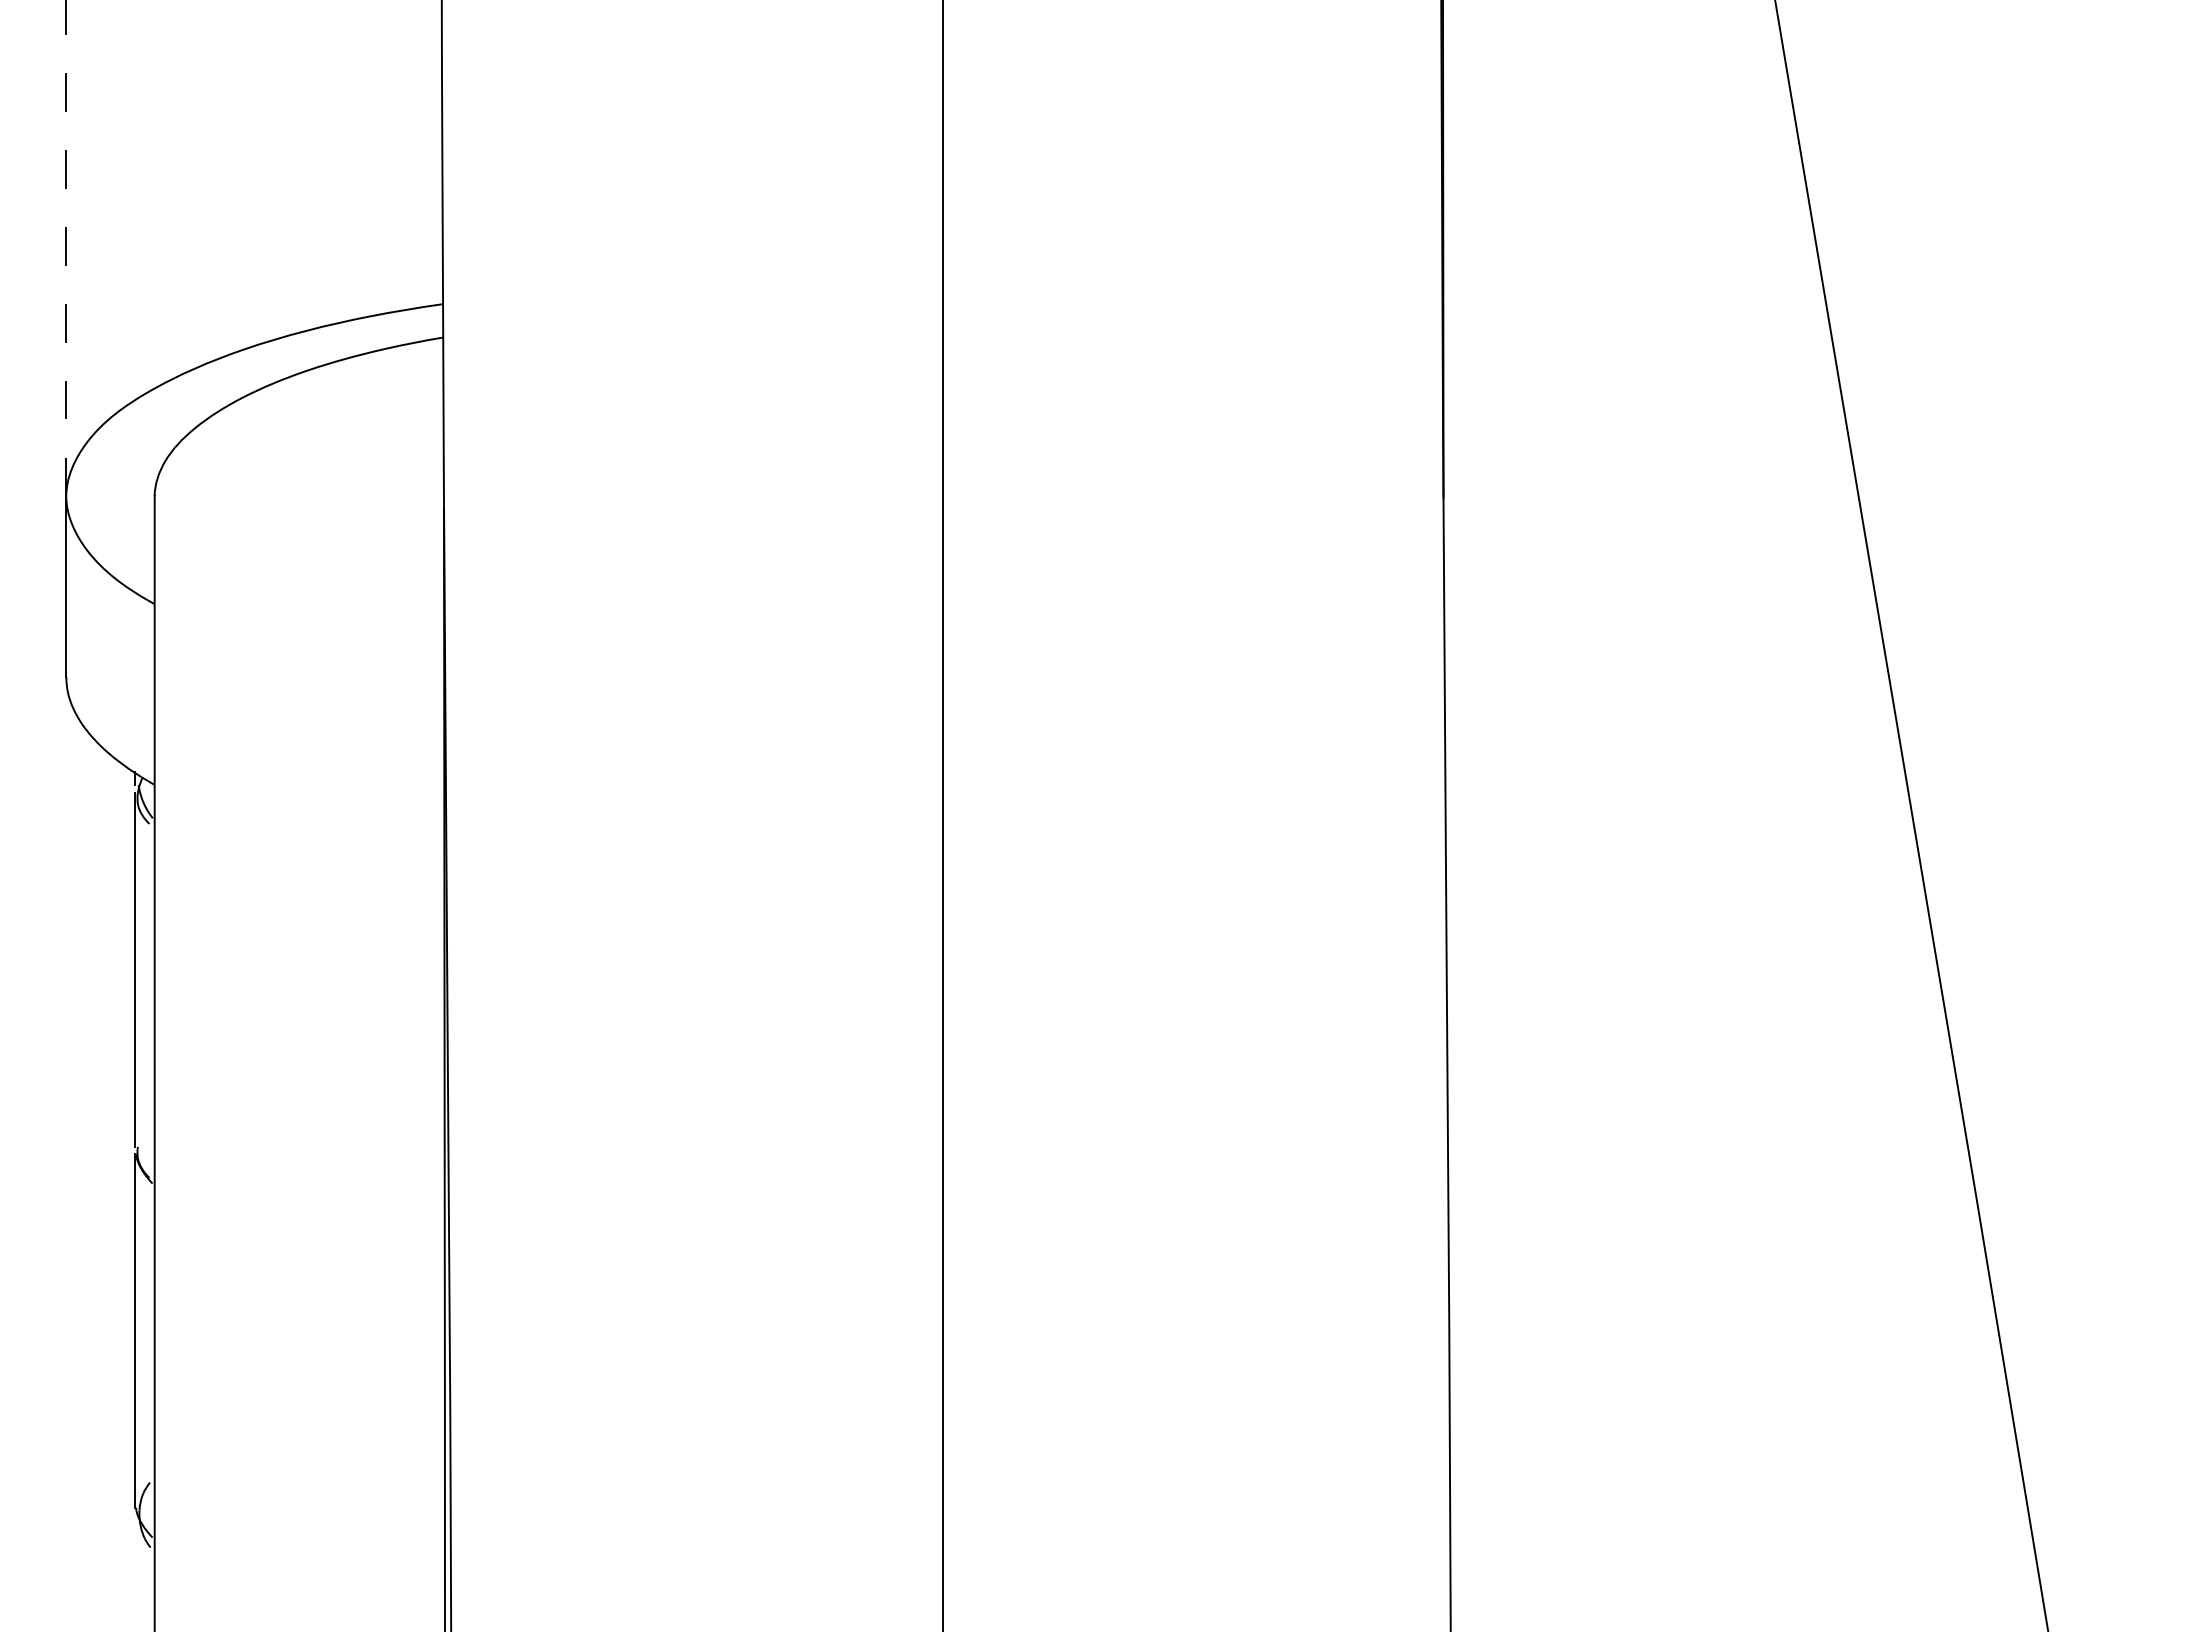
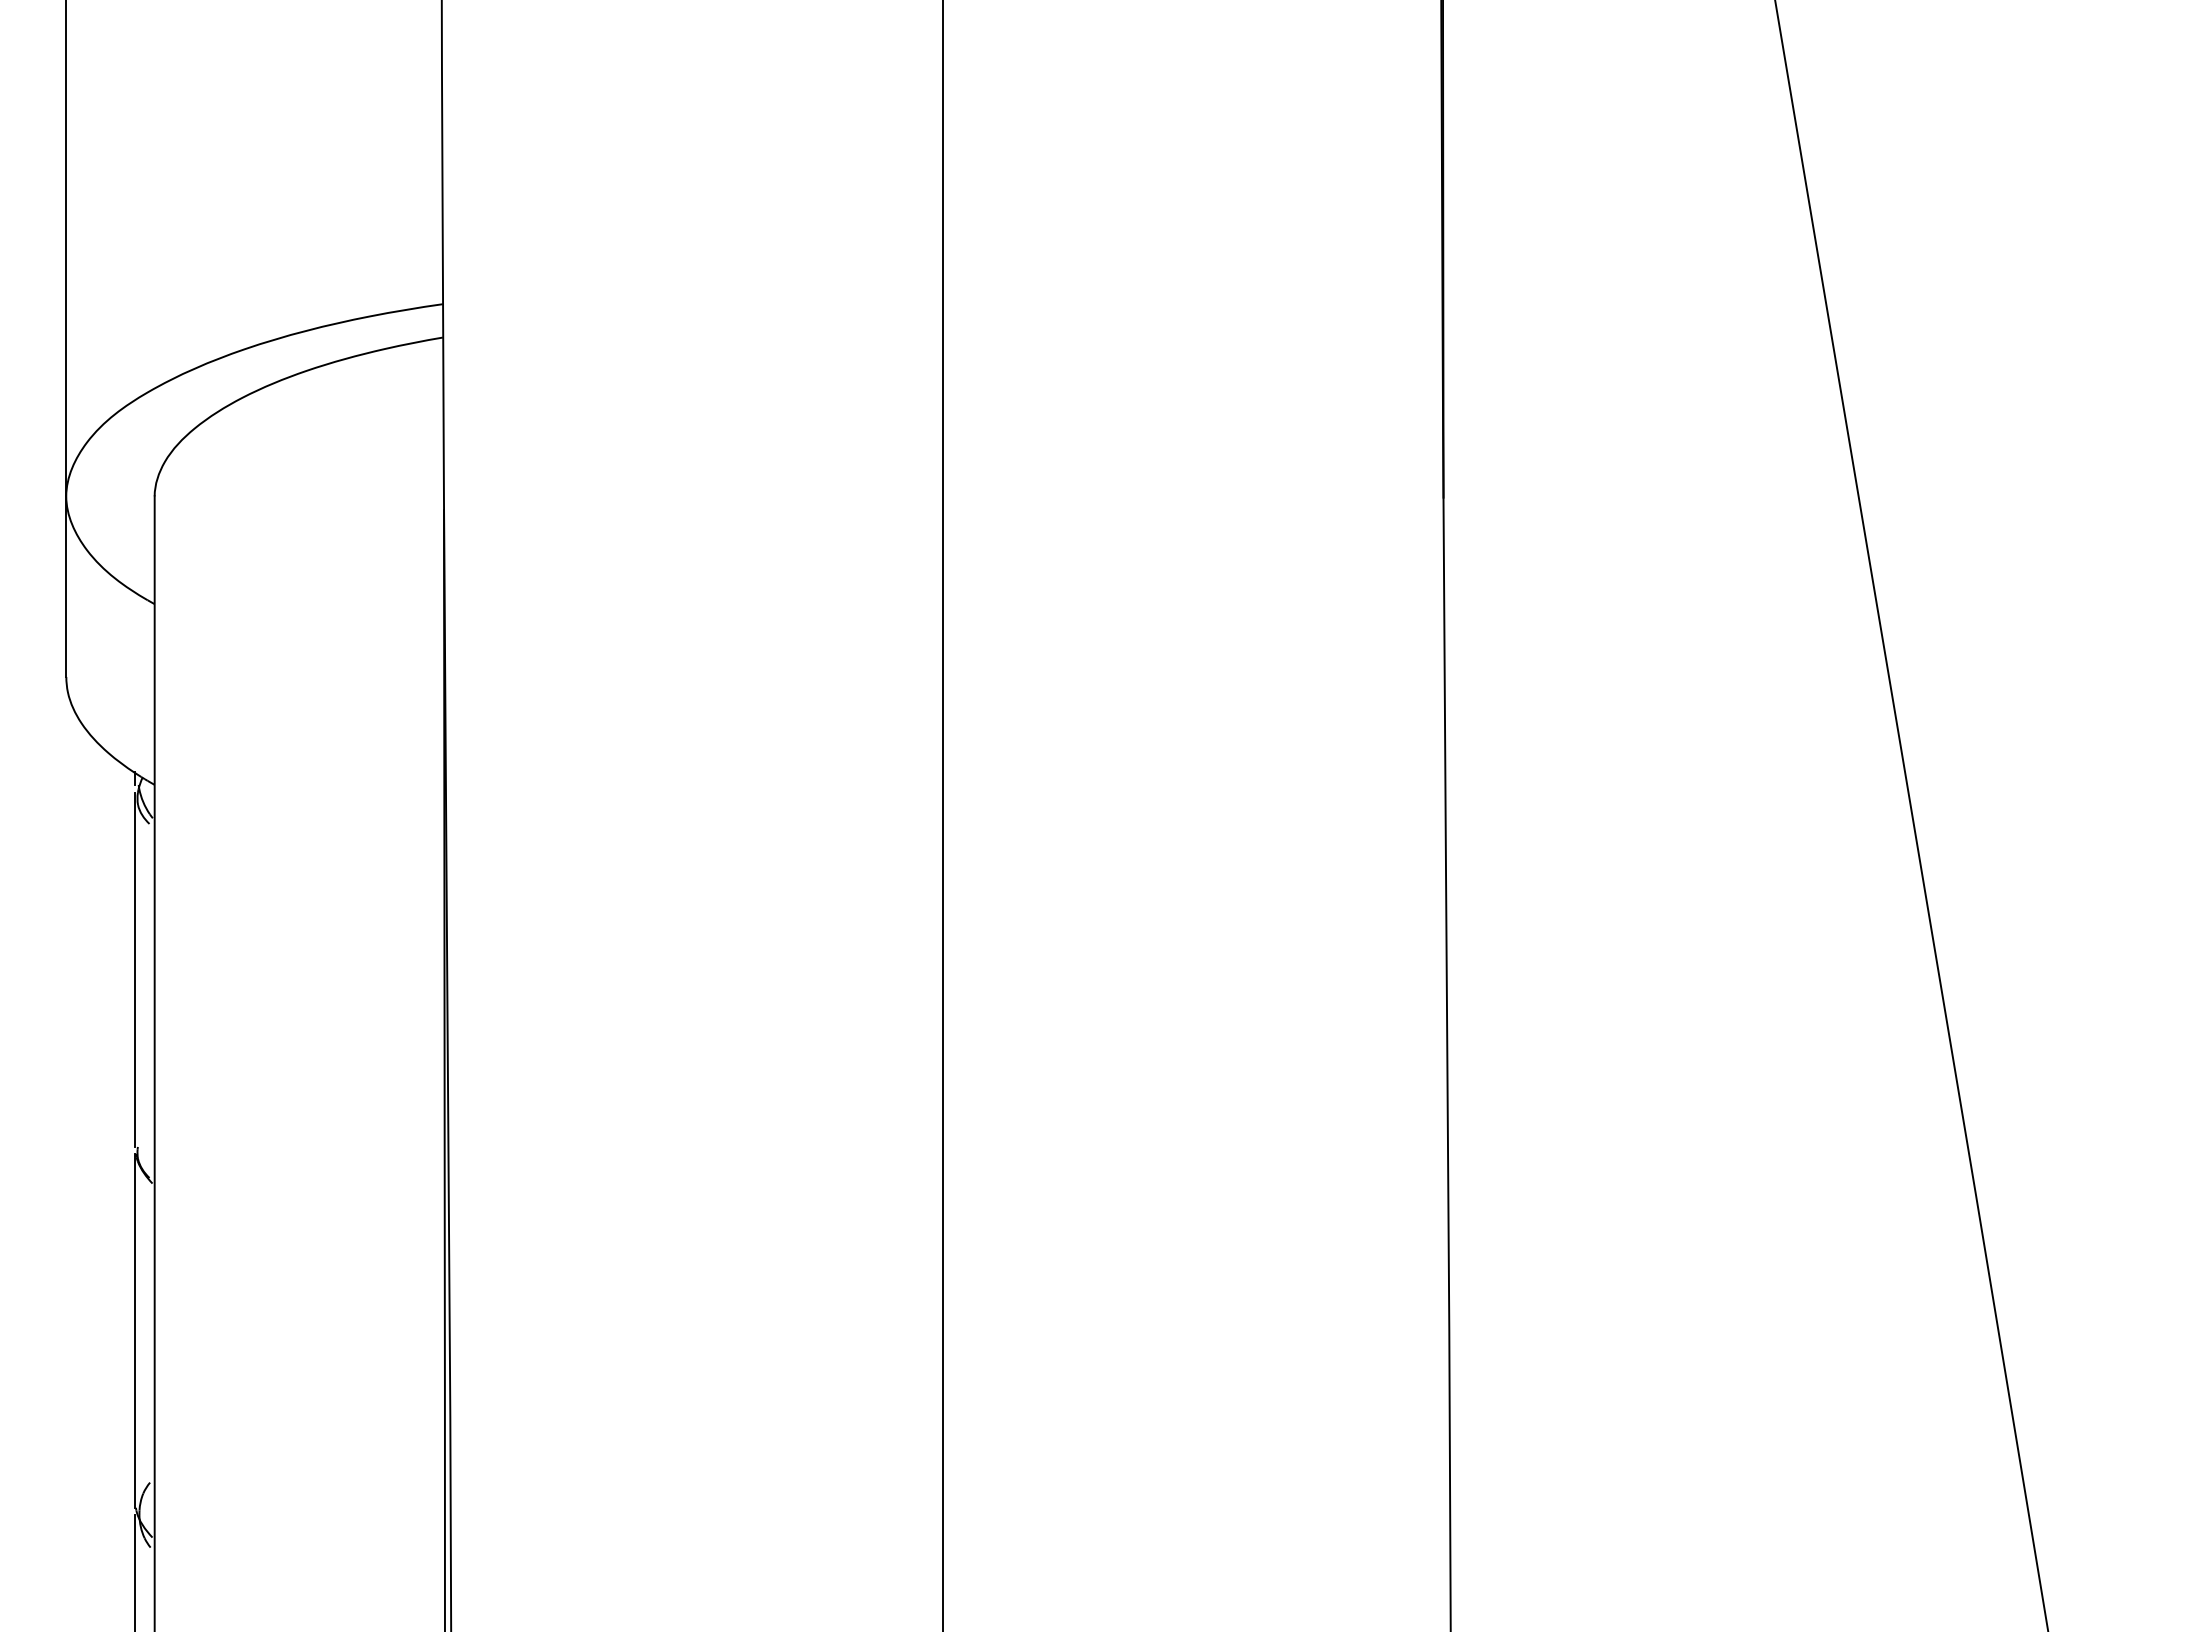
line at (66, 248): dashed -> solid
line at (135, 1571): none -> present
